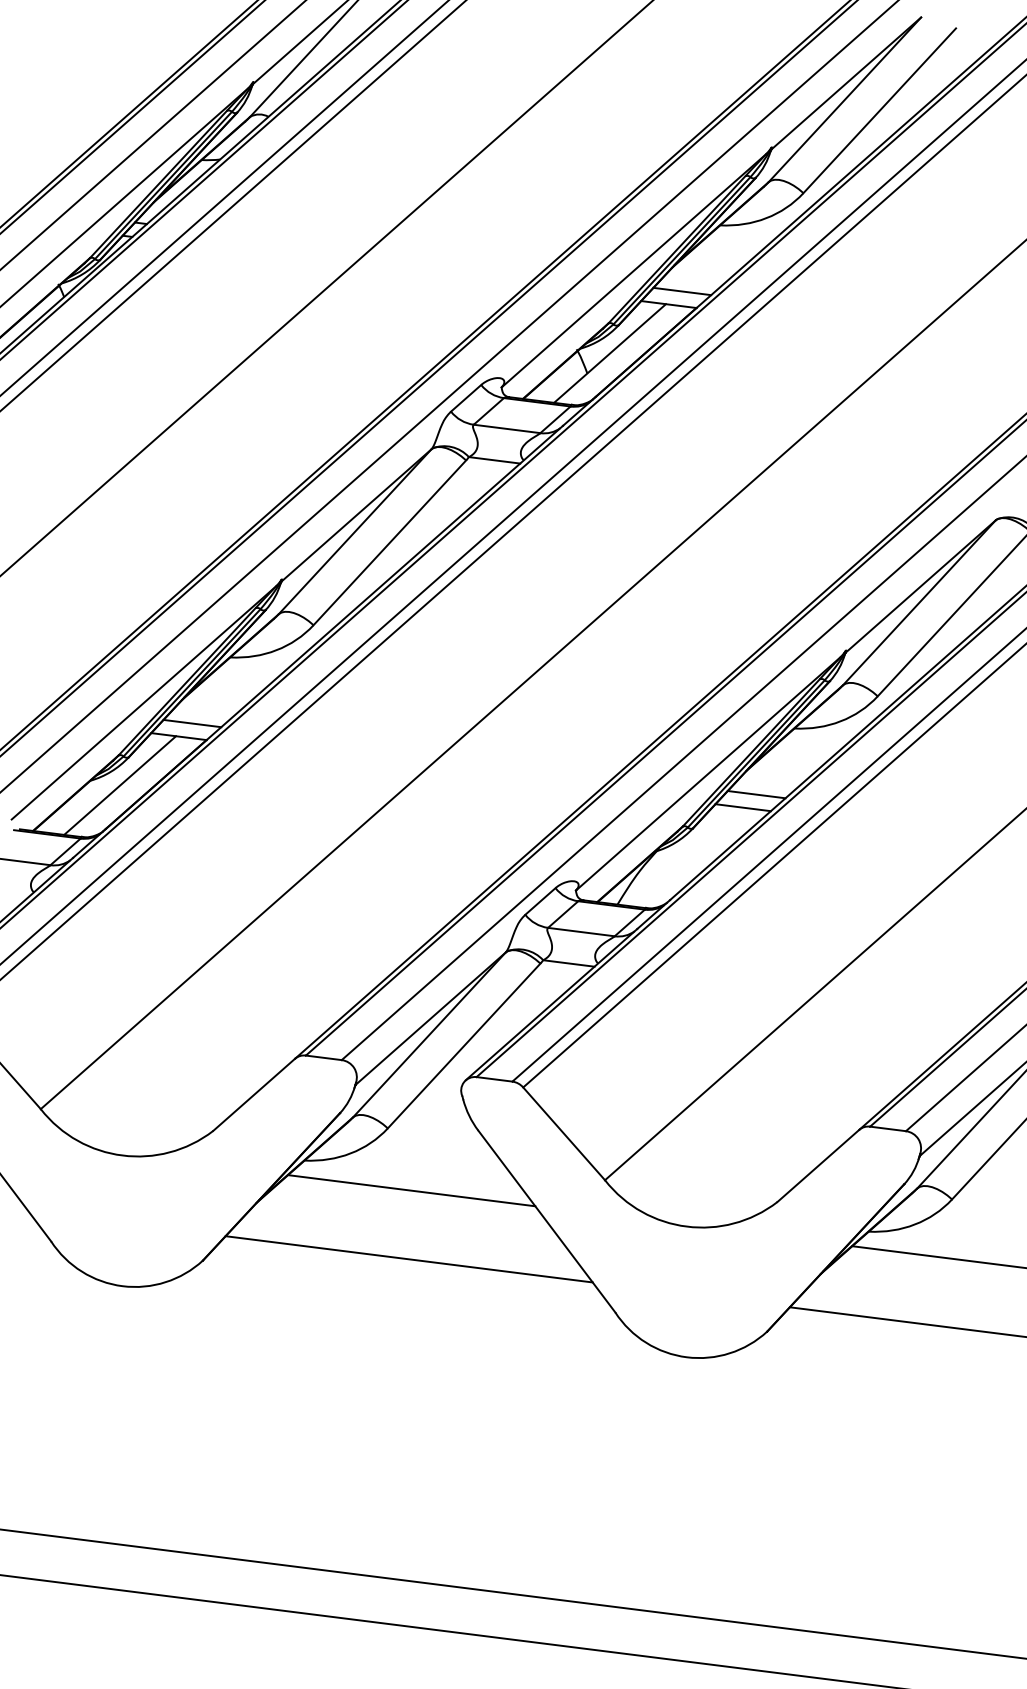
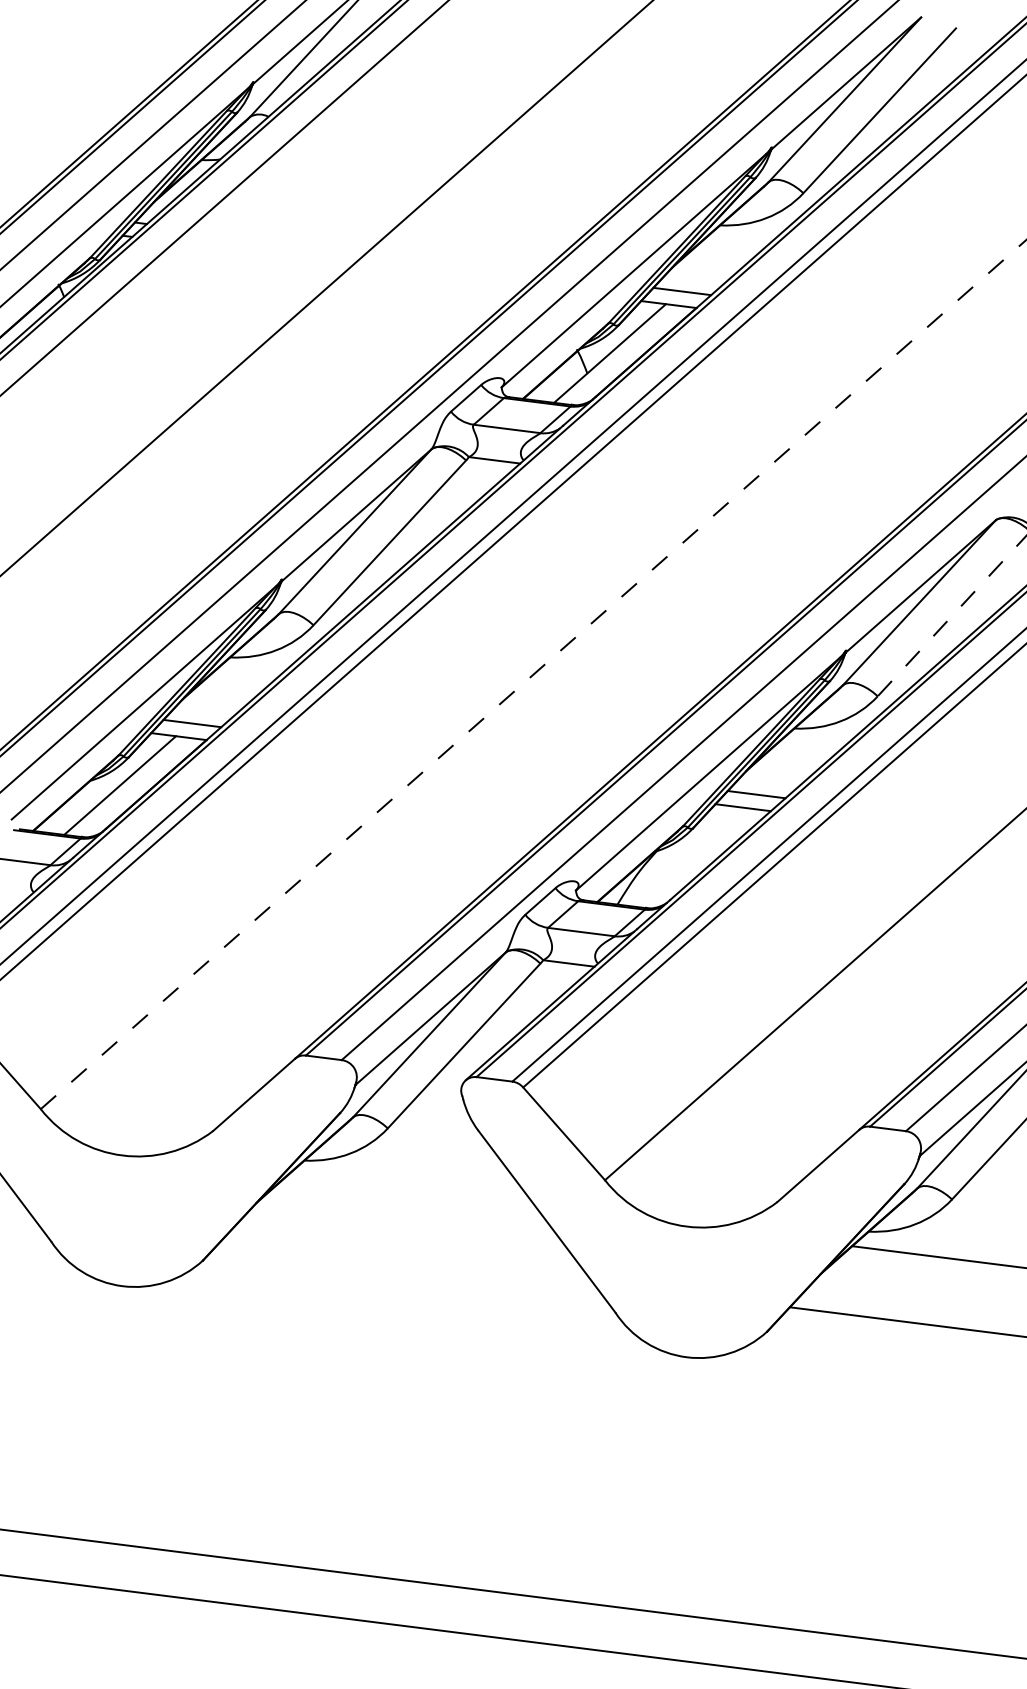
line at (233, 205): present -> none
line at (952, 615): solid -> dashed
line at (533, 674): solid -> dashed
line at (411, 1190): present -> none
line at (408, 1259): present -> none
